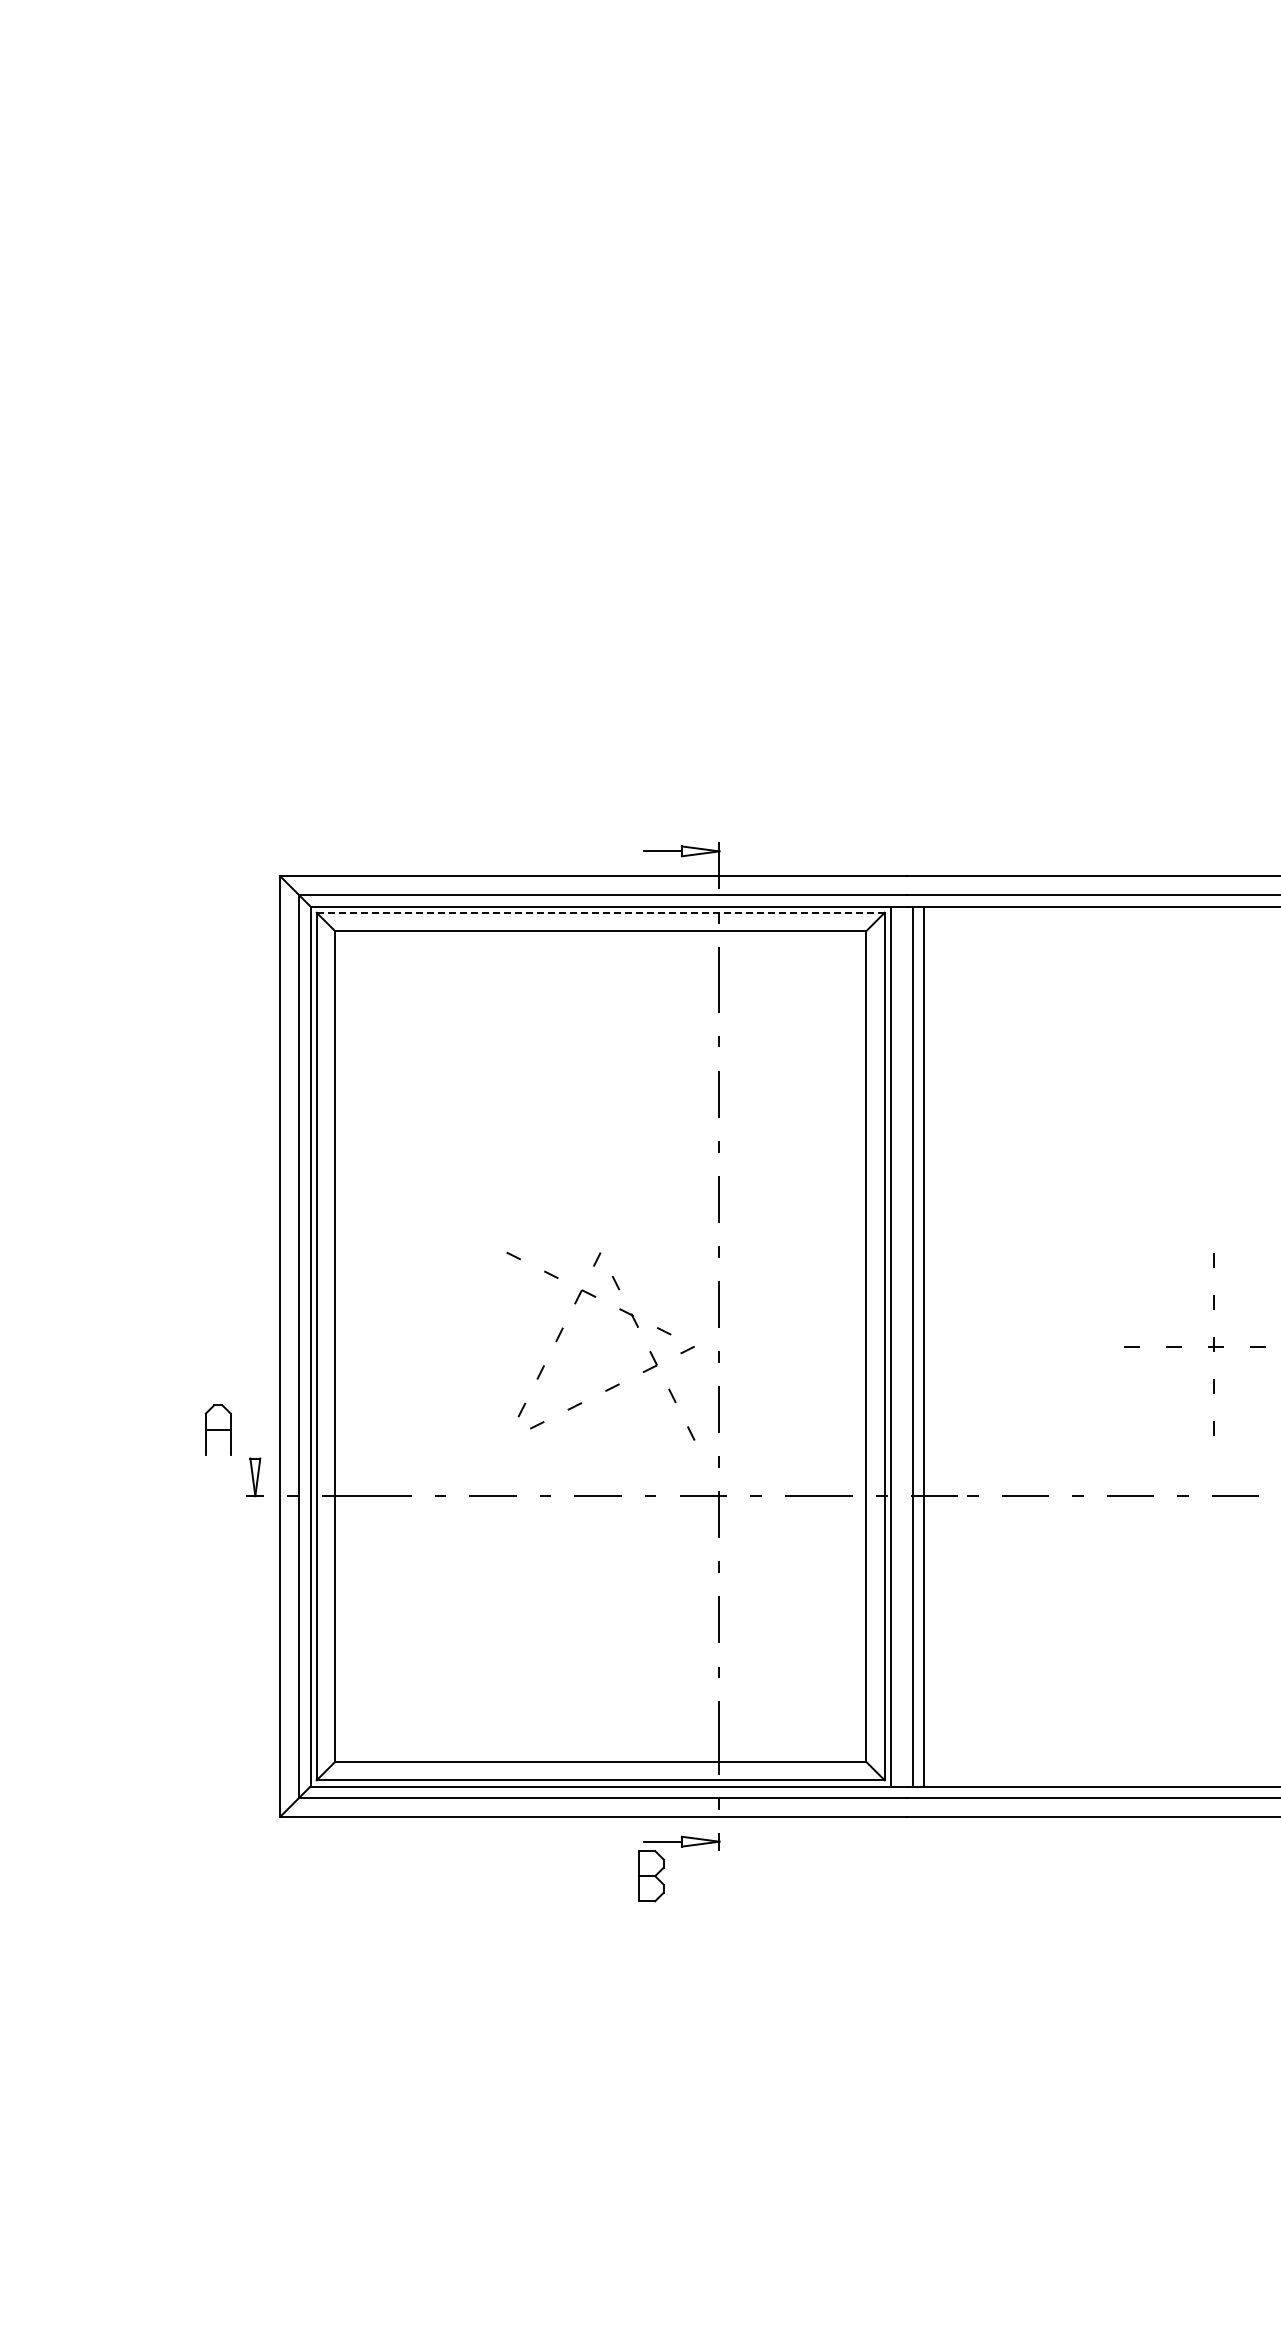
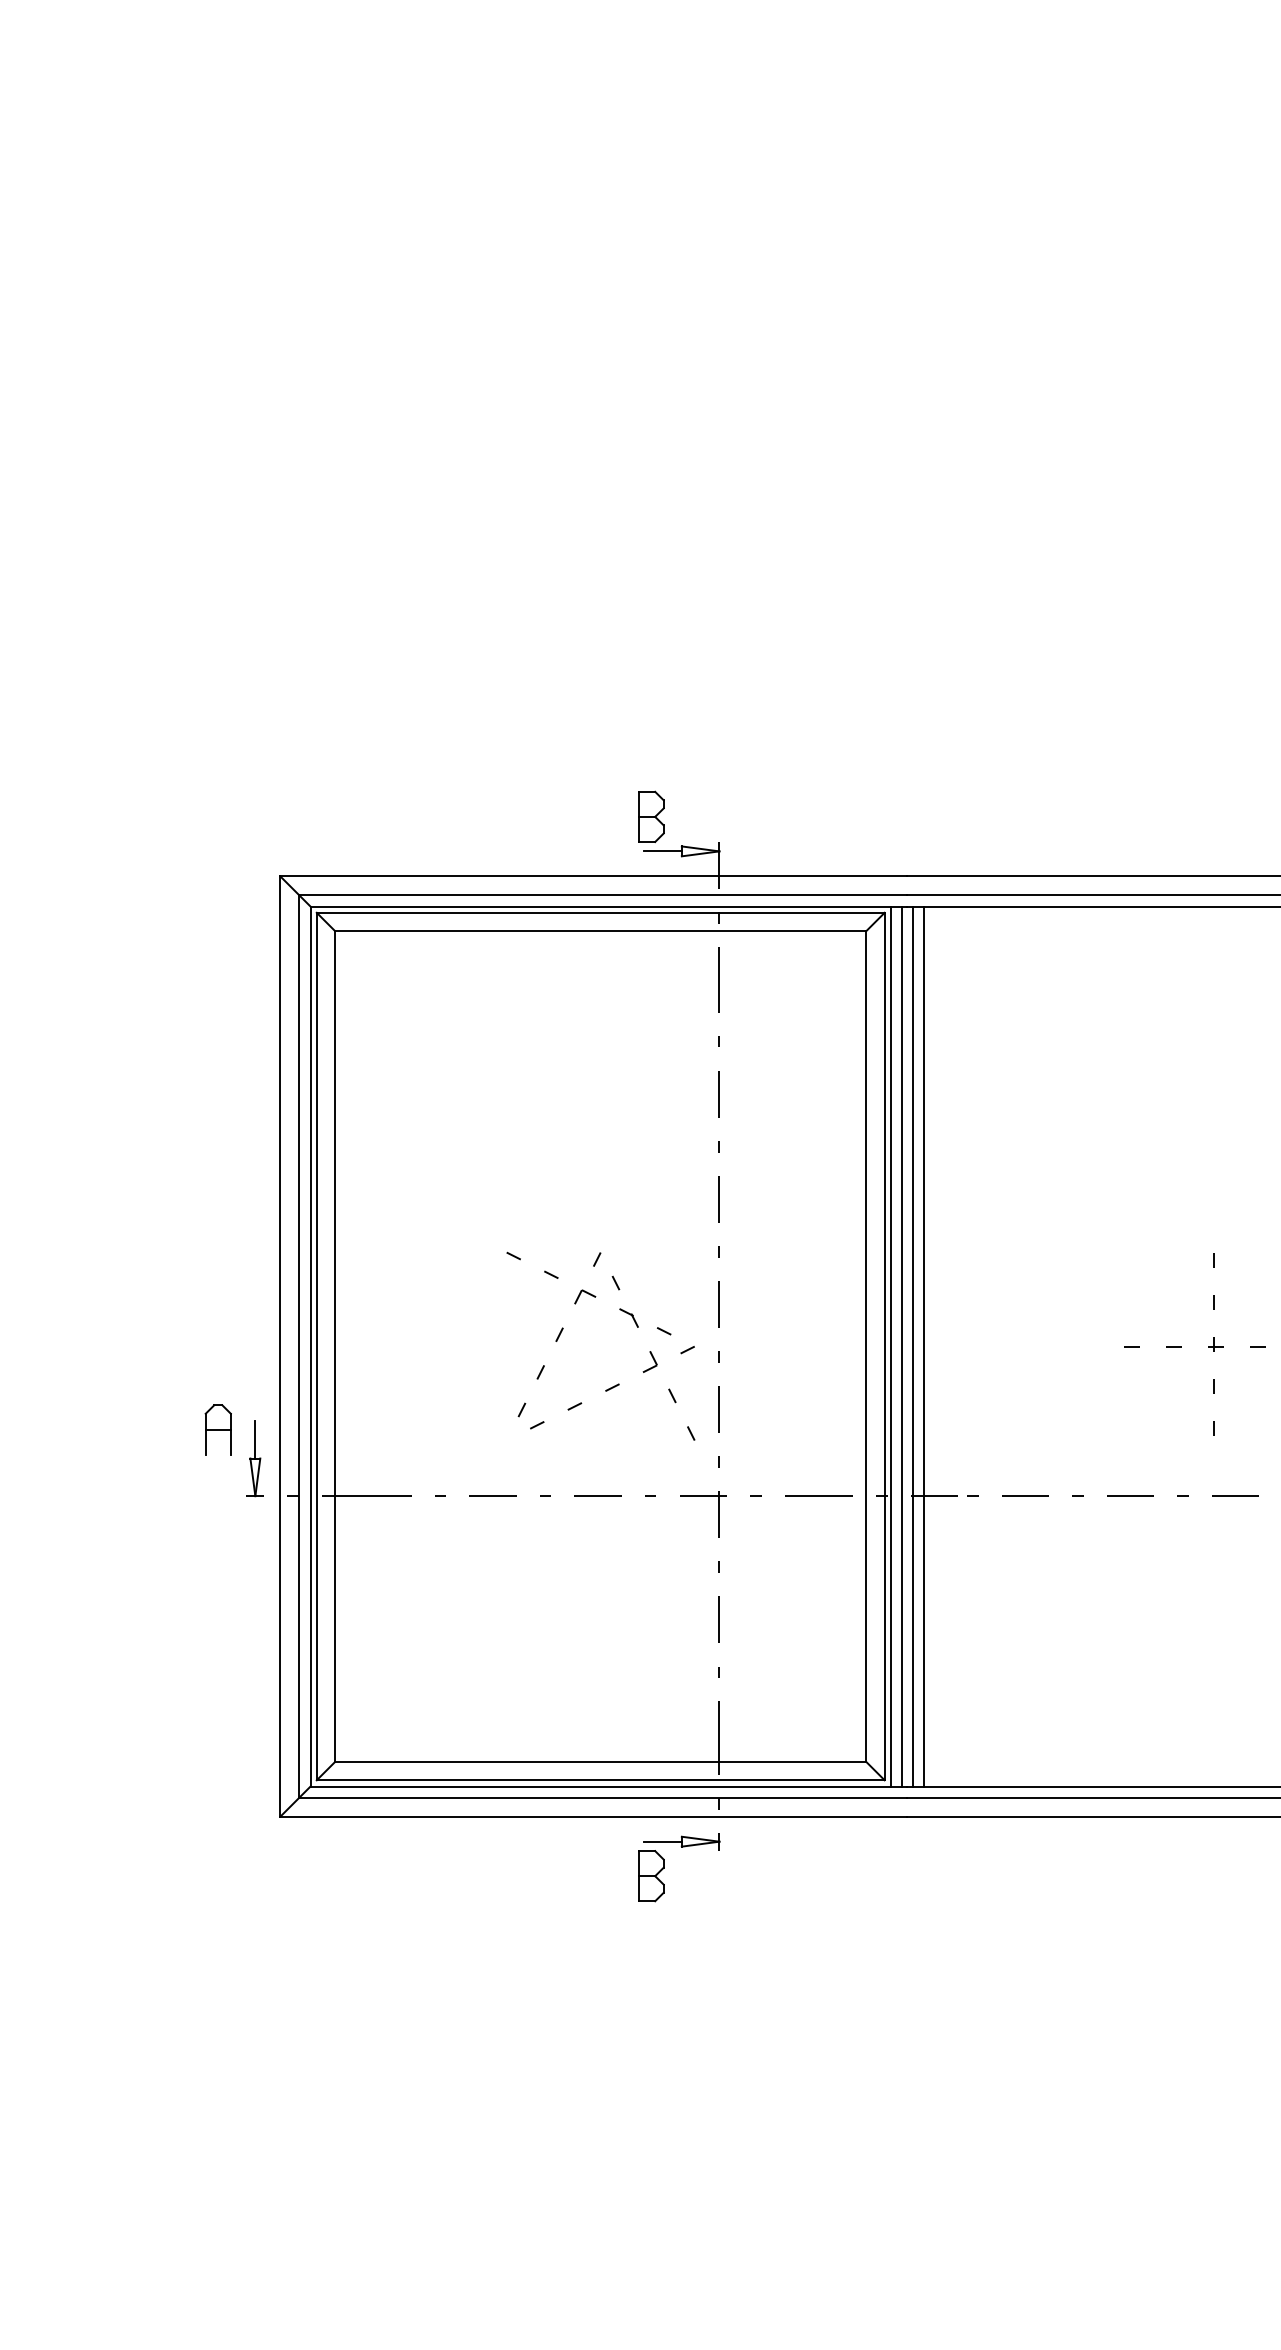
part at (651, 816): none -> present
line at (600, 912): dashed -> solid
line at (901, 1346): none -> present
line at (255, 1439): none -> present
